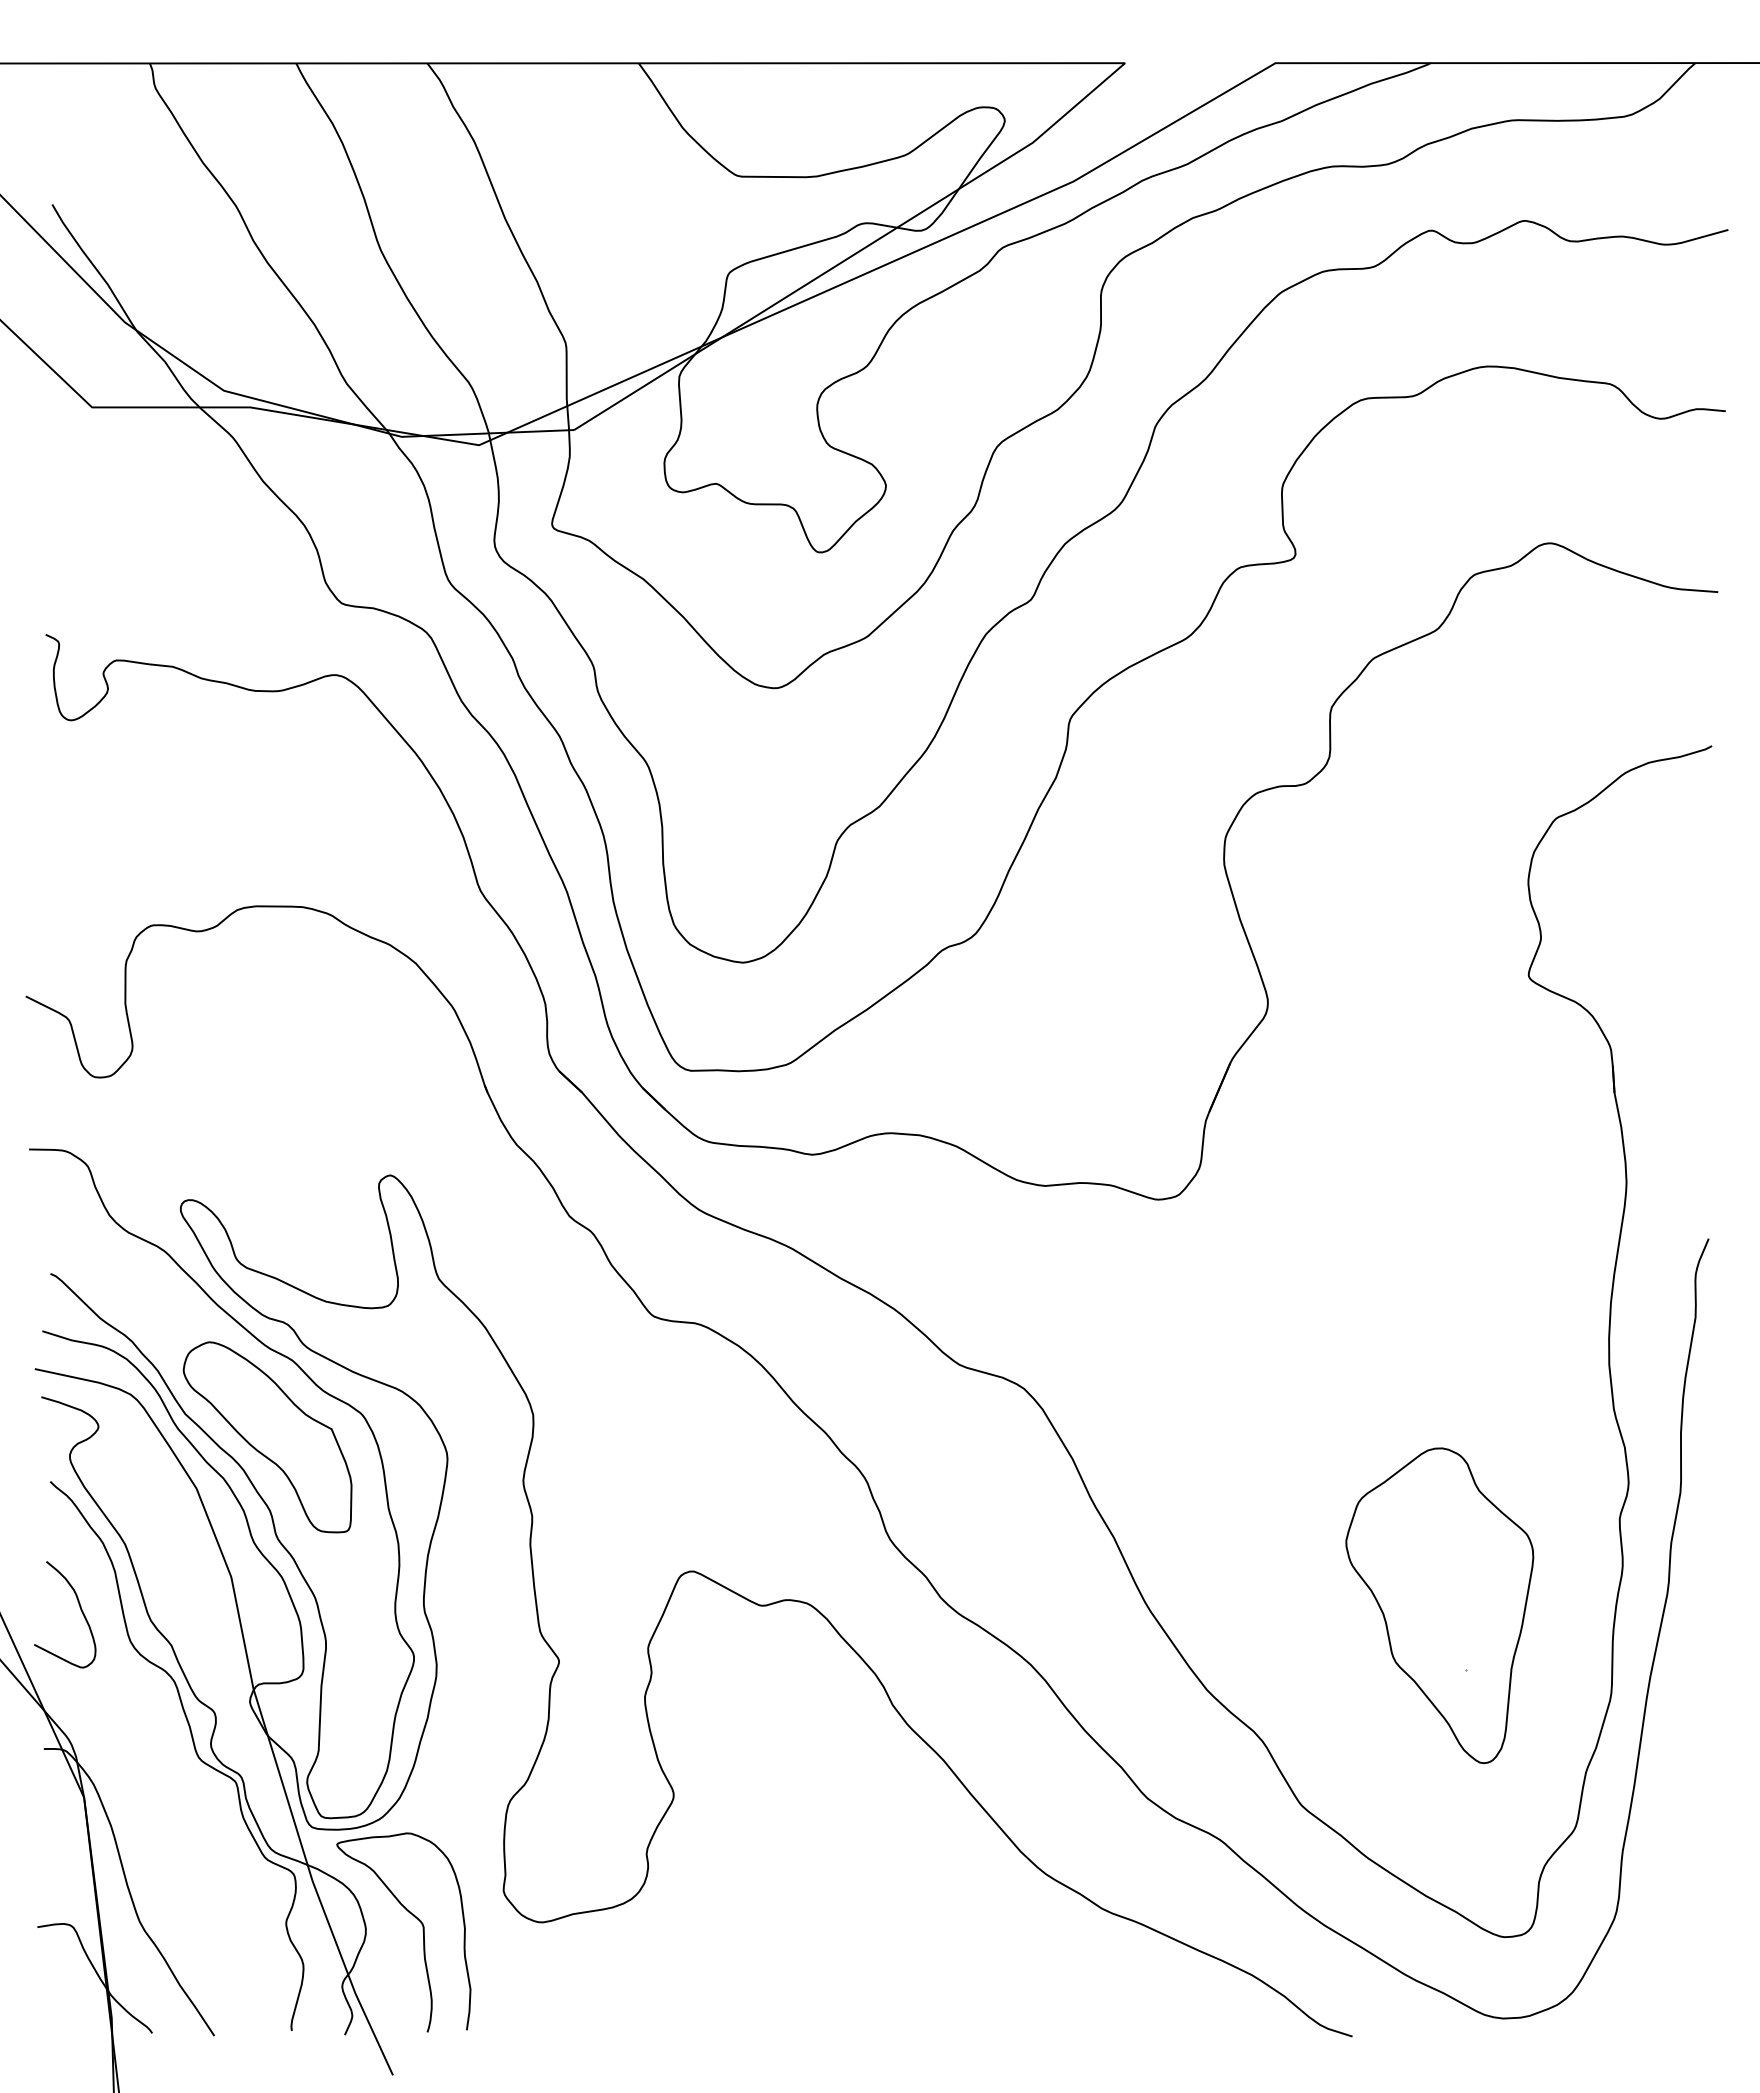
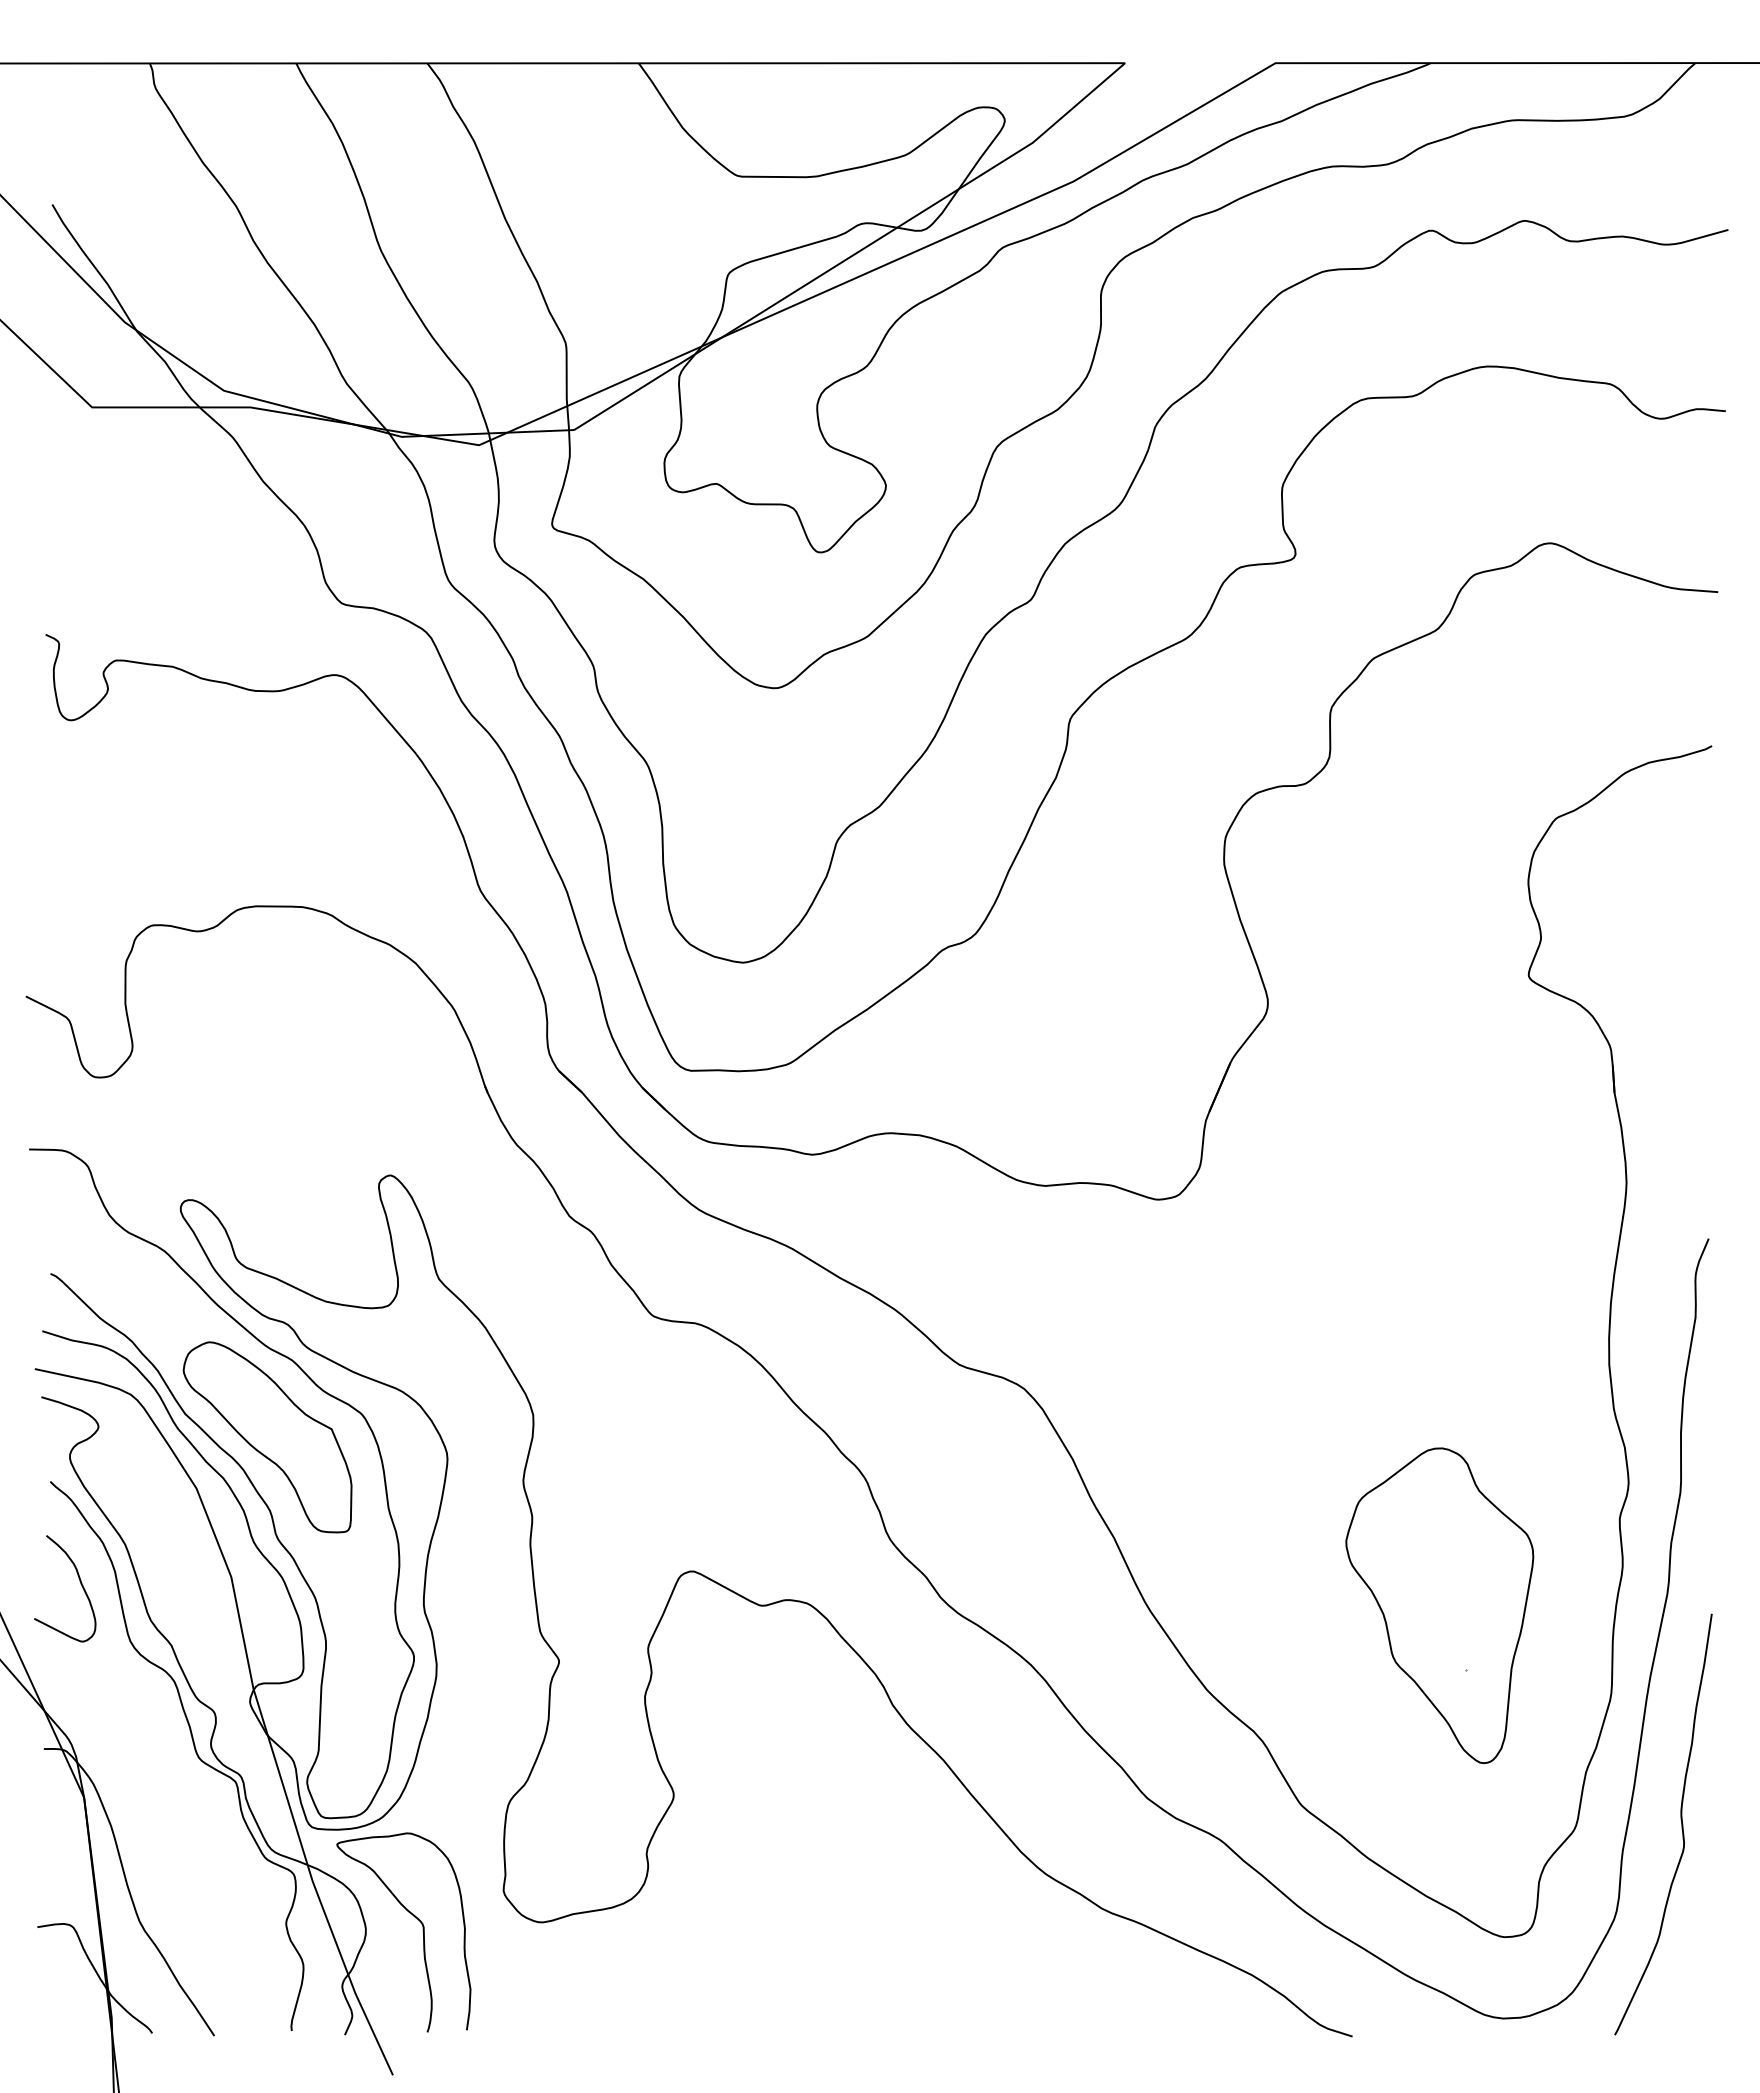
curve at (80, 1610) position: (80, 1610) -> (80, 1584)
curve at (1680, 1819): none -> present
